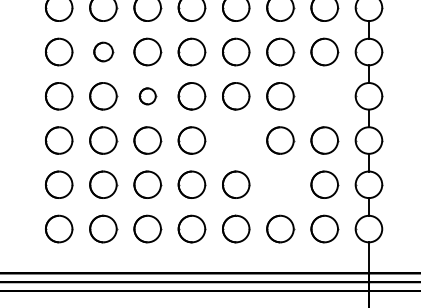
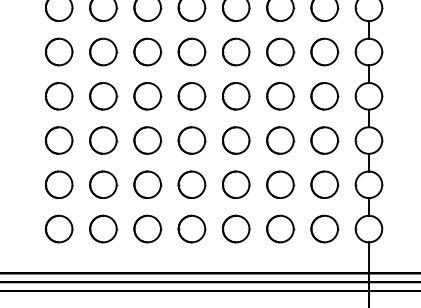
part at (103, 51) size: 22x22 px -> 30x30 px
part at (147, 96) size: 20x19 px -> 30x29 px
part at (324, 96): none -> present
part at (236, 140): none -> present
part at (280, 184): none -> present
